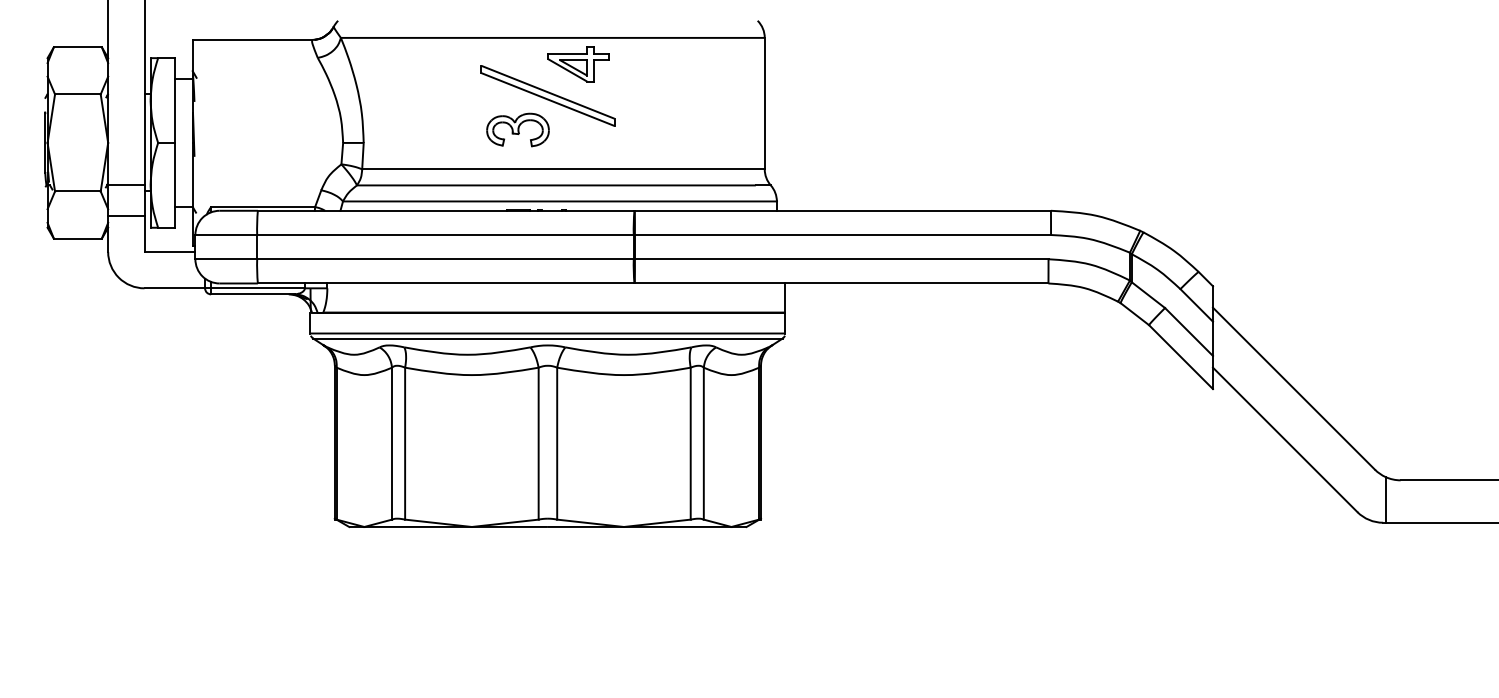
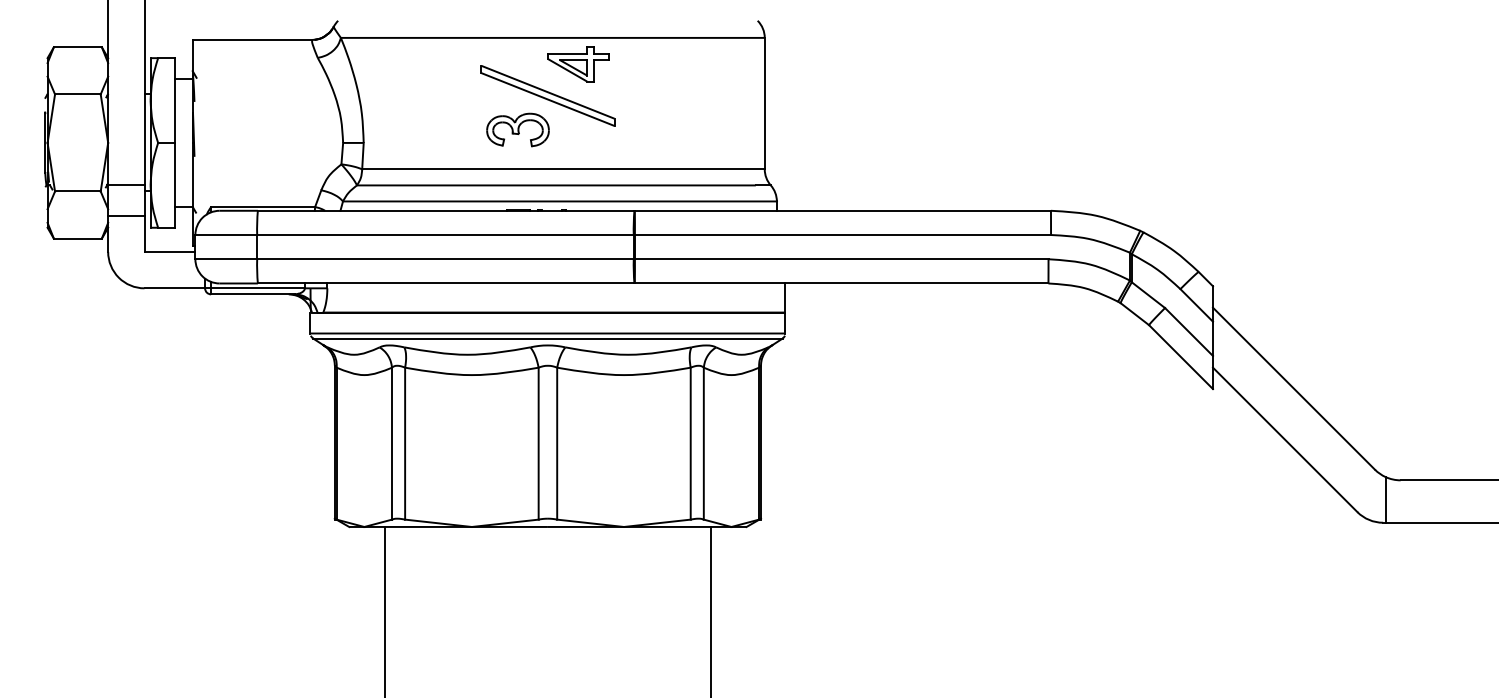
line at (384, 610): none -> present
line at (710, 610): none -> present
